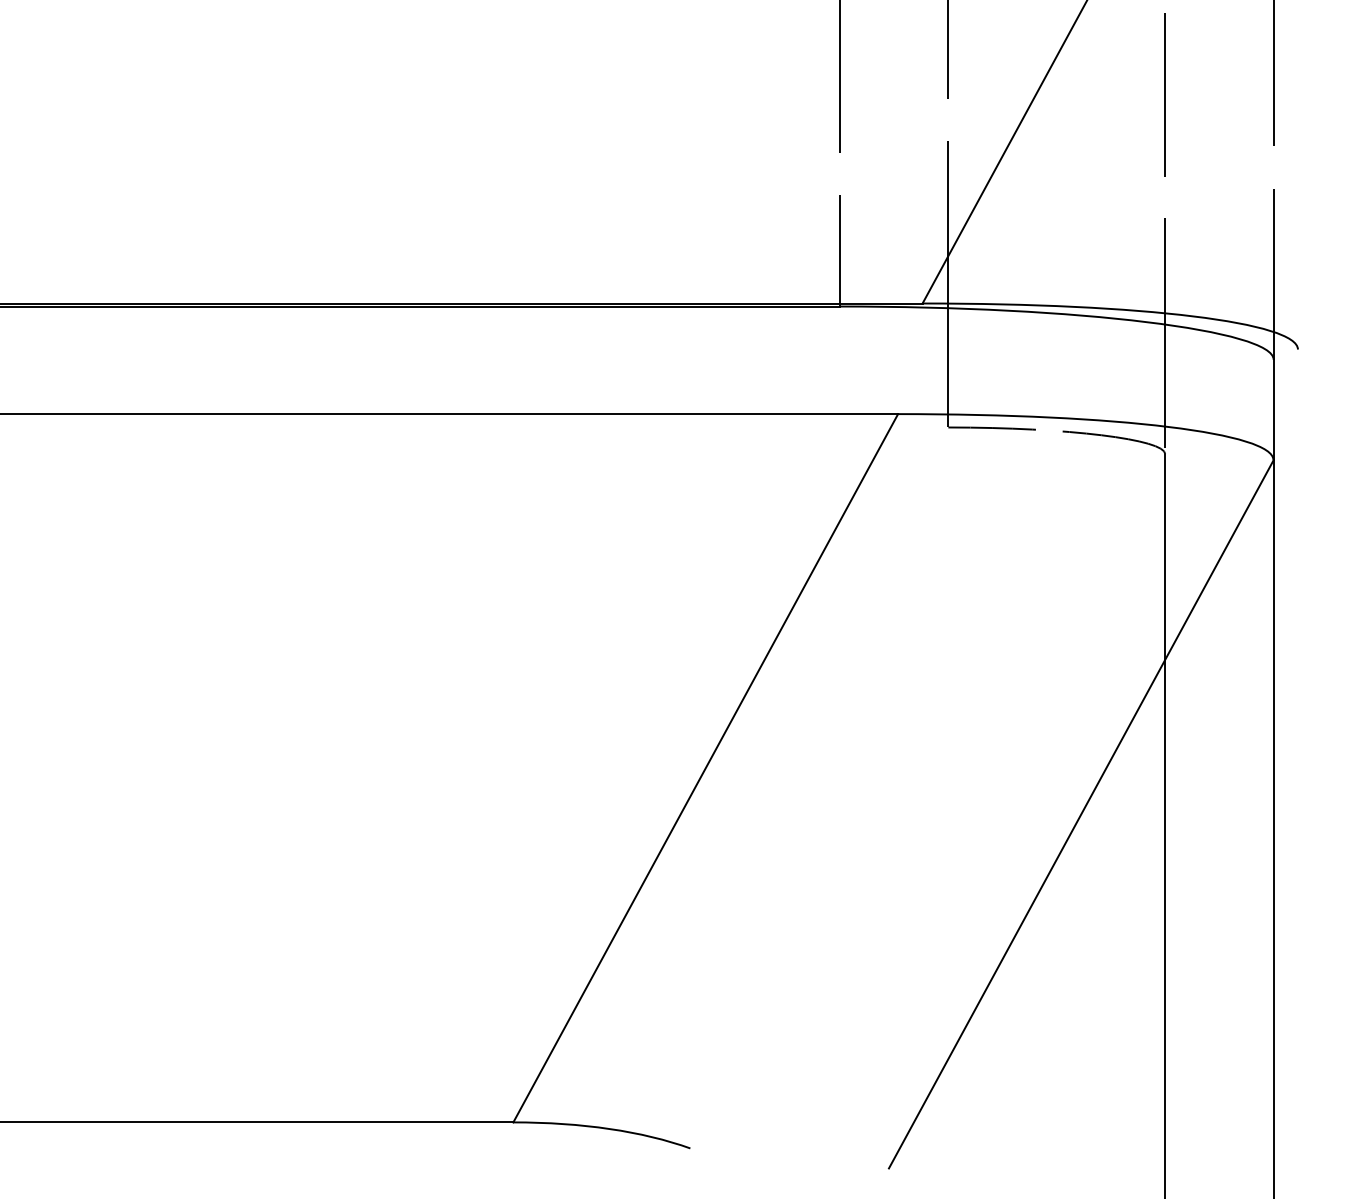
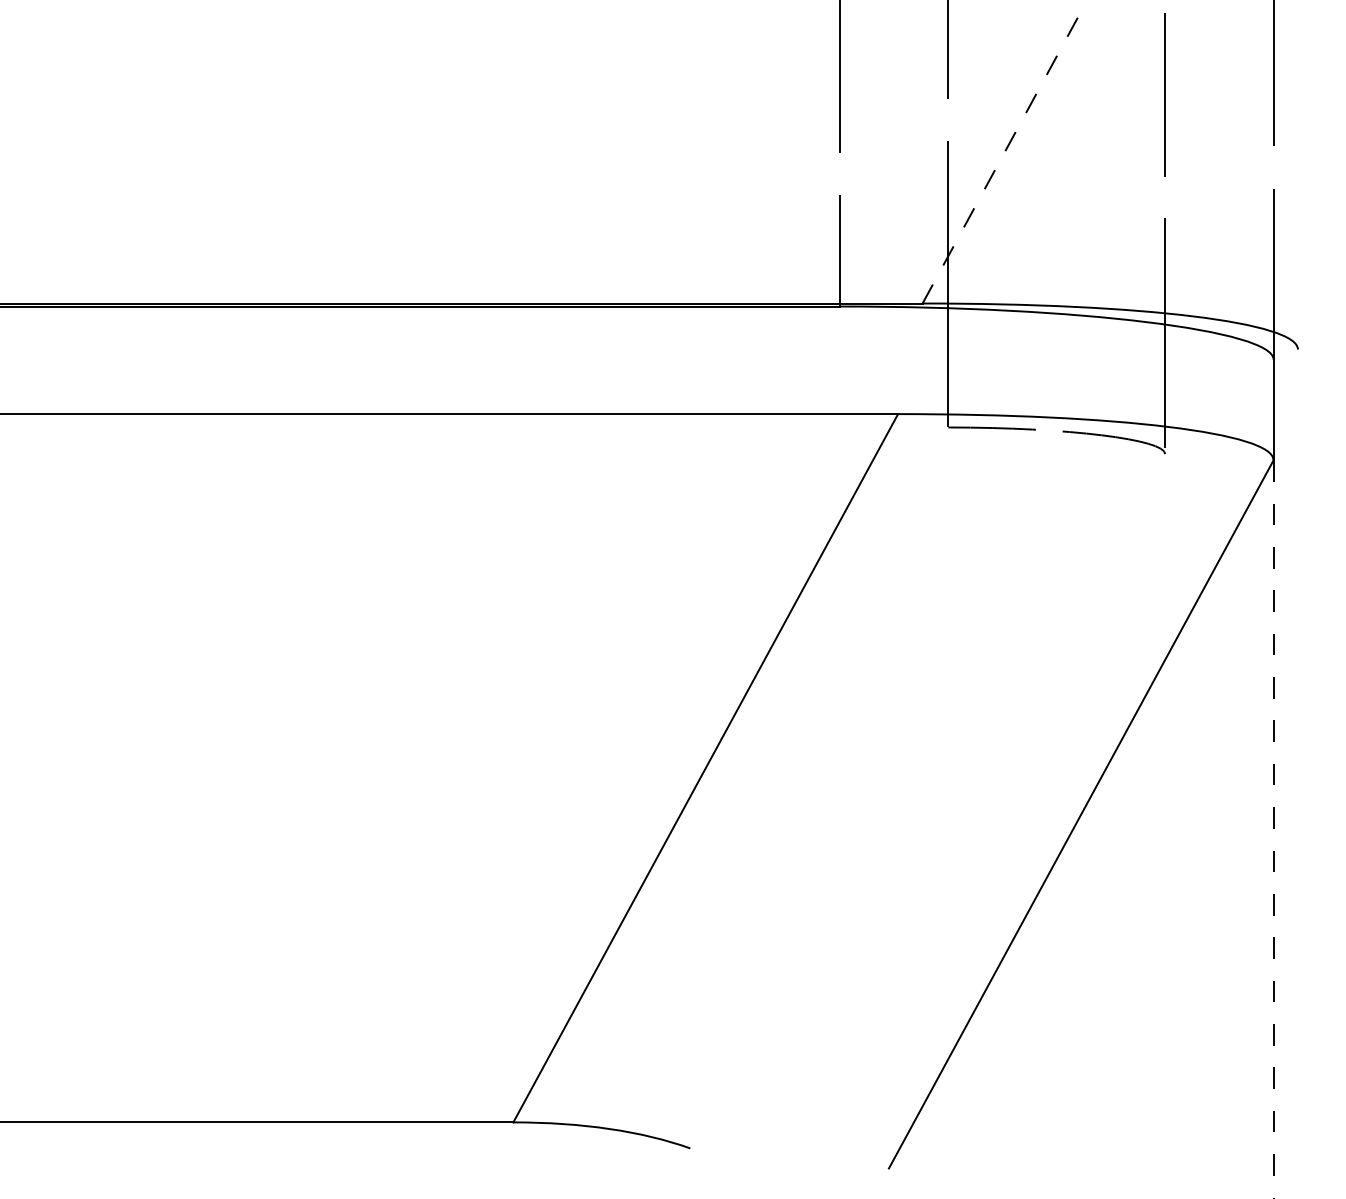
line at (1005, 151): solid -> dashed
line at (1165, 824): present -> none
line at (1273, 829): solid -> dashed
